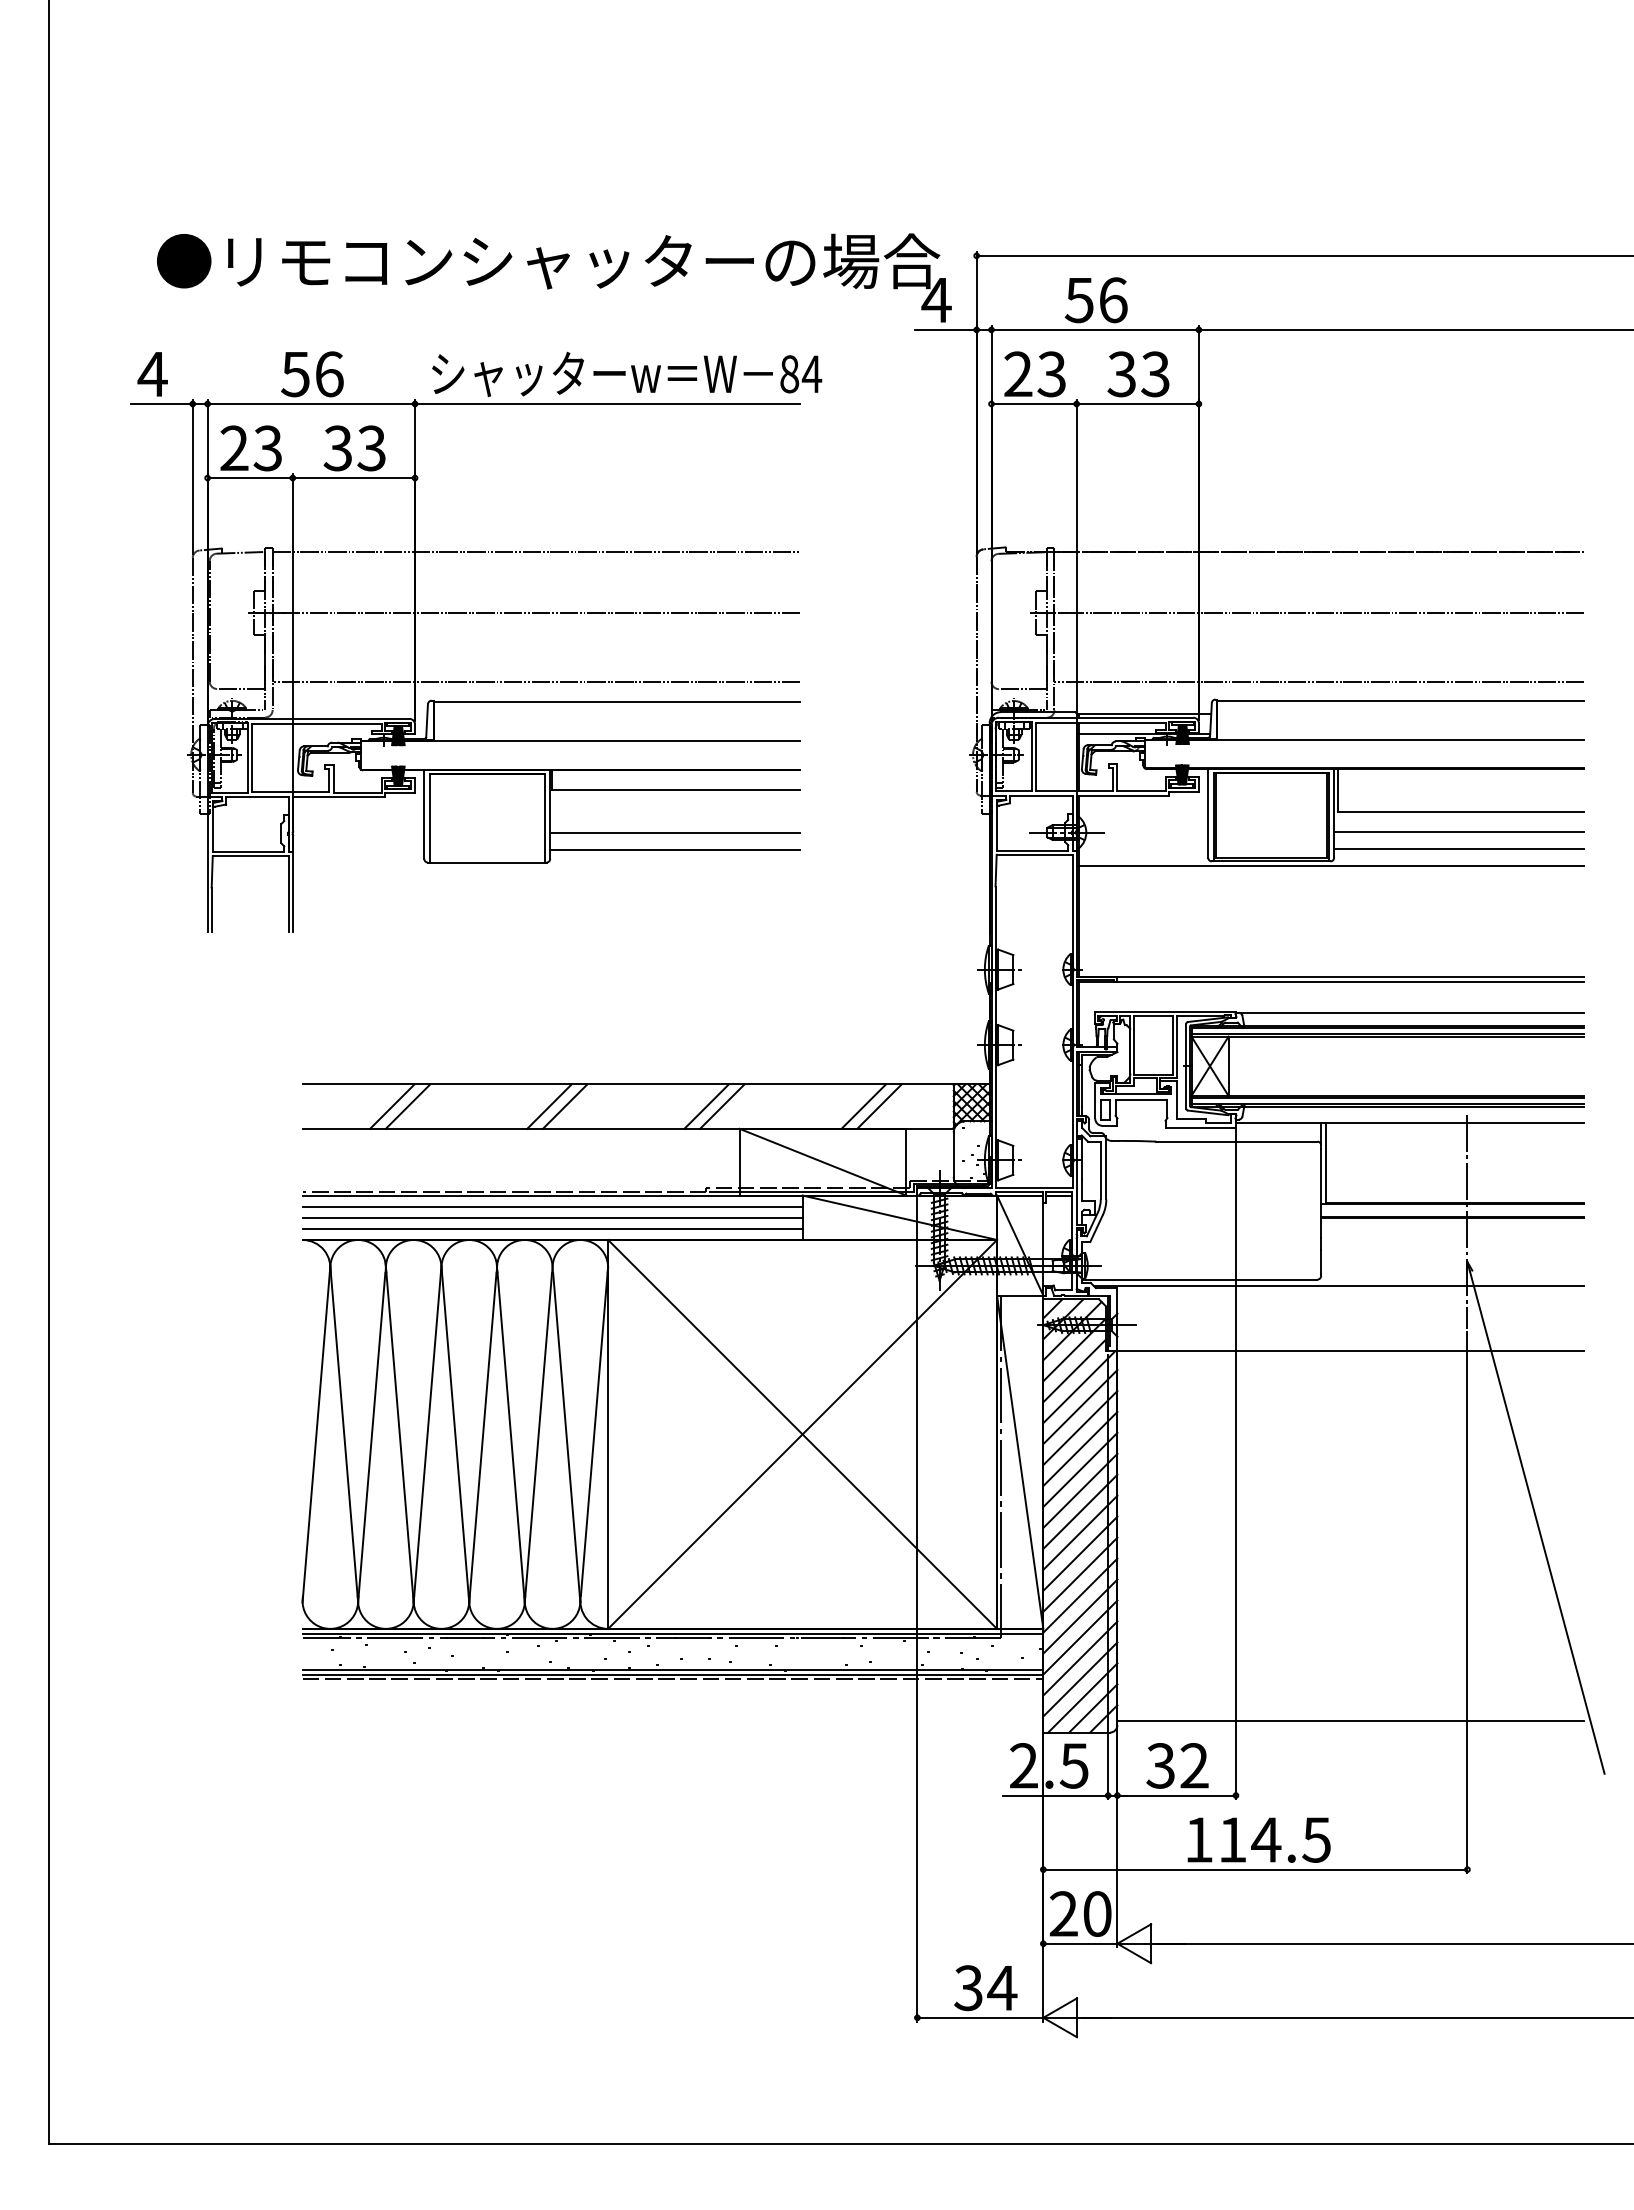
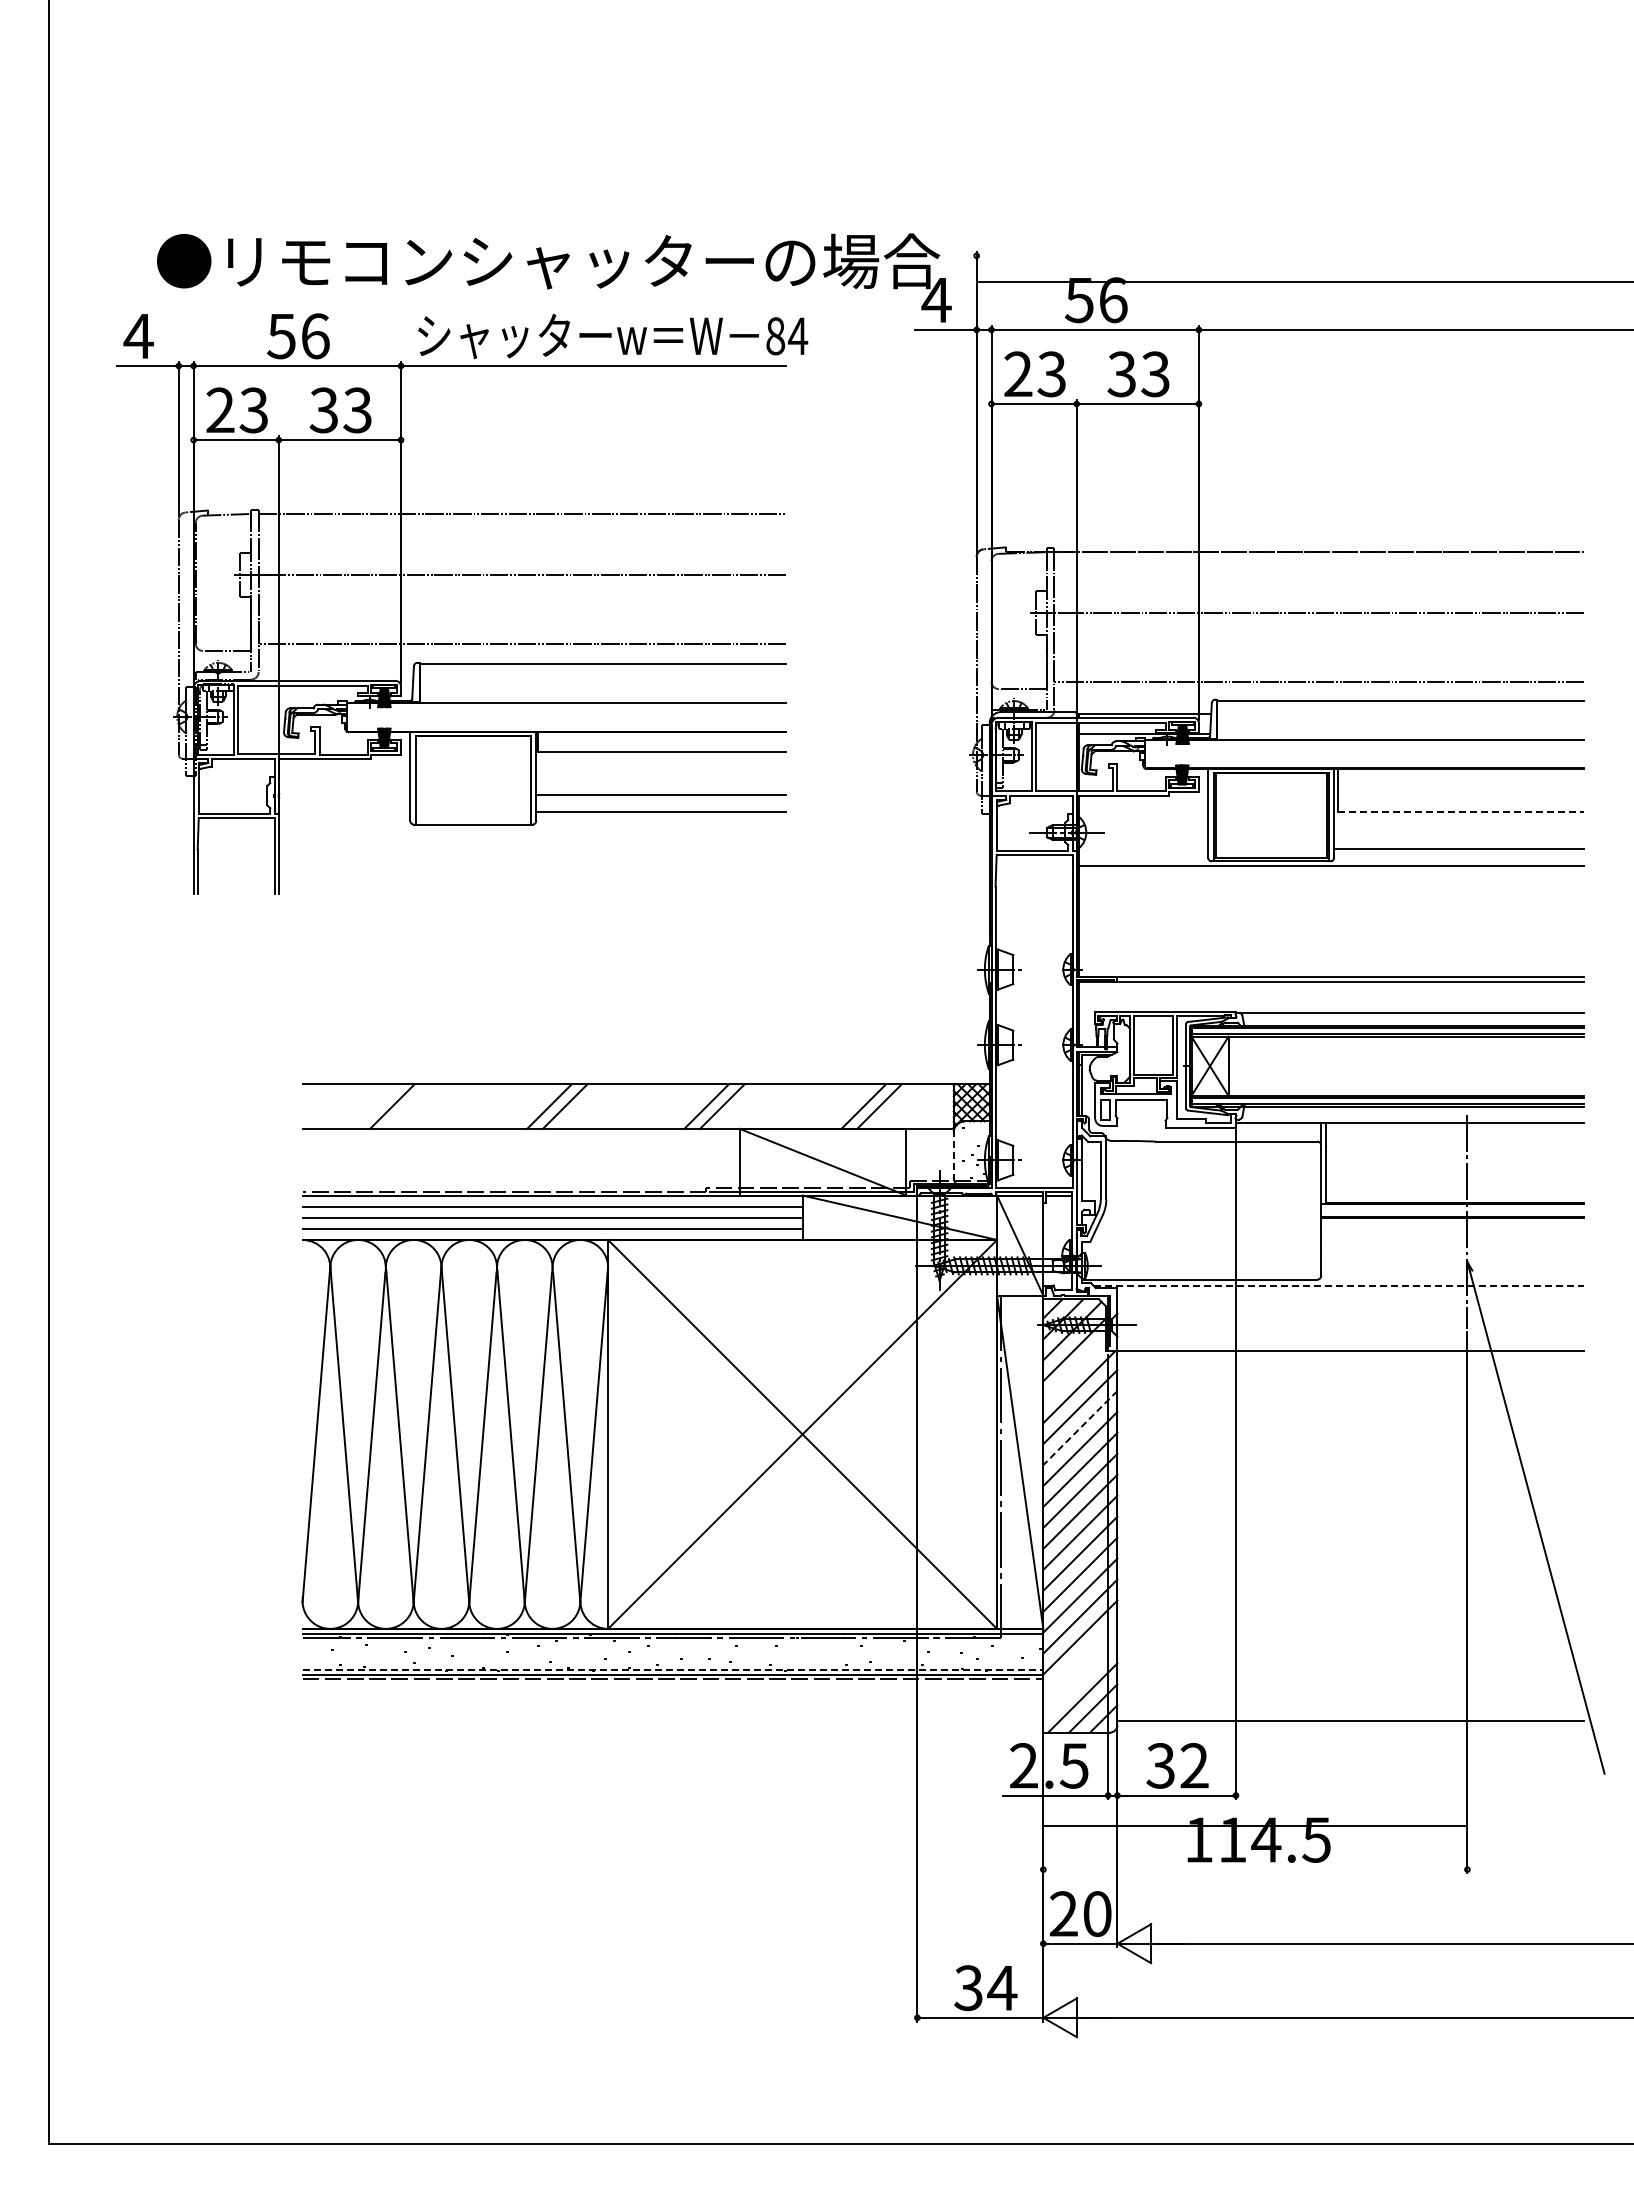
line at (1303, 255) position: (1303, 255) -> (1303, 281)
part at (476, 613) position: (476, 613) -> (462, 575)
line at (1461, 811): solid -> dashed
line at (1459, 832): present -> none
line at (407, 1106): present -> none
line at (953, 1155): solid -> dashed
line at (1339, 1286): solid -> dashed
line at (1074, 1370): present -> none
line at (1080, 1428): solid -> dashed
line at (1080, 1658): present -> none
line at (673, 1669): solid -> dashed
line at (1080, 1679): present -> none
line at (1255, 1869) position: (1255, 1869) -> (1255, 1825)
